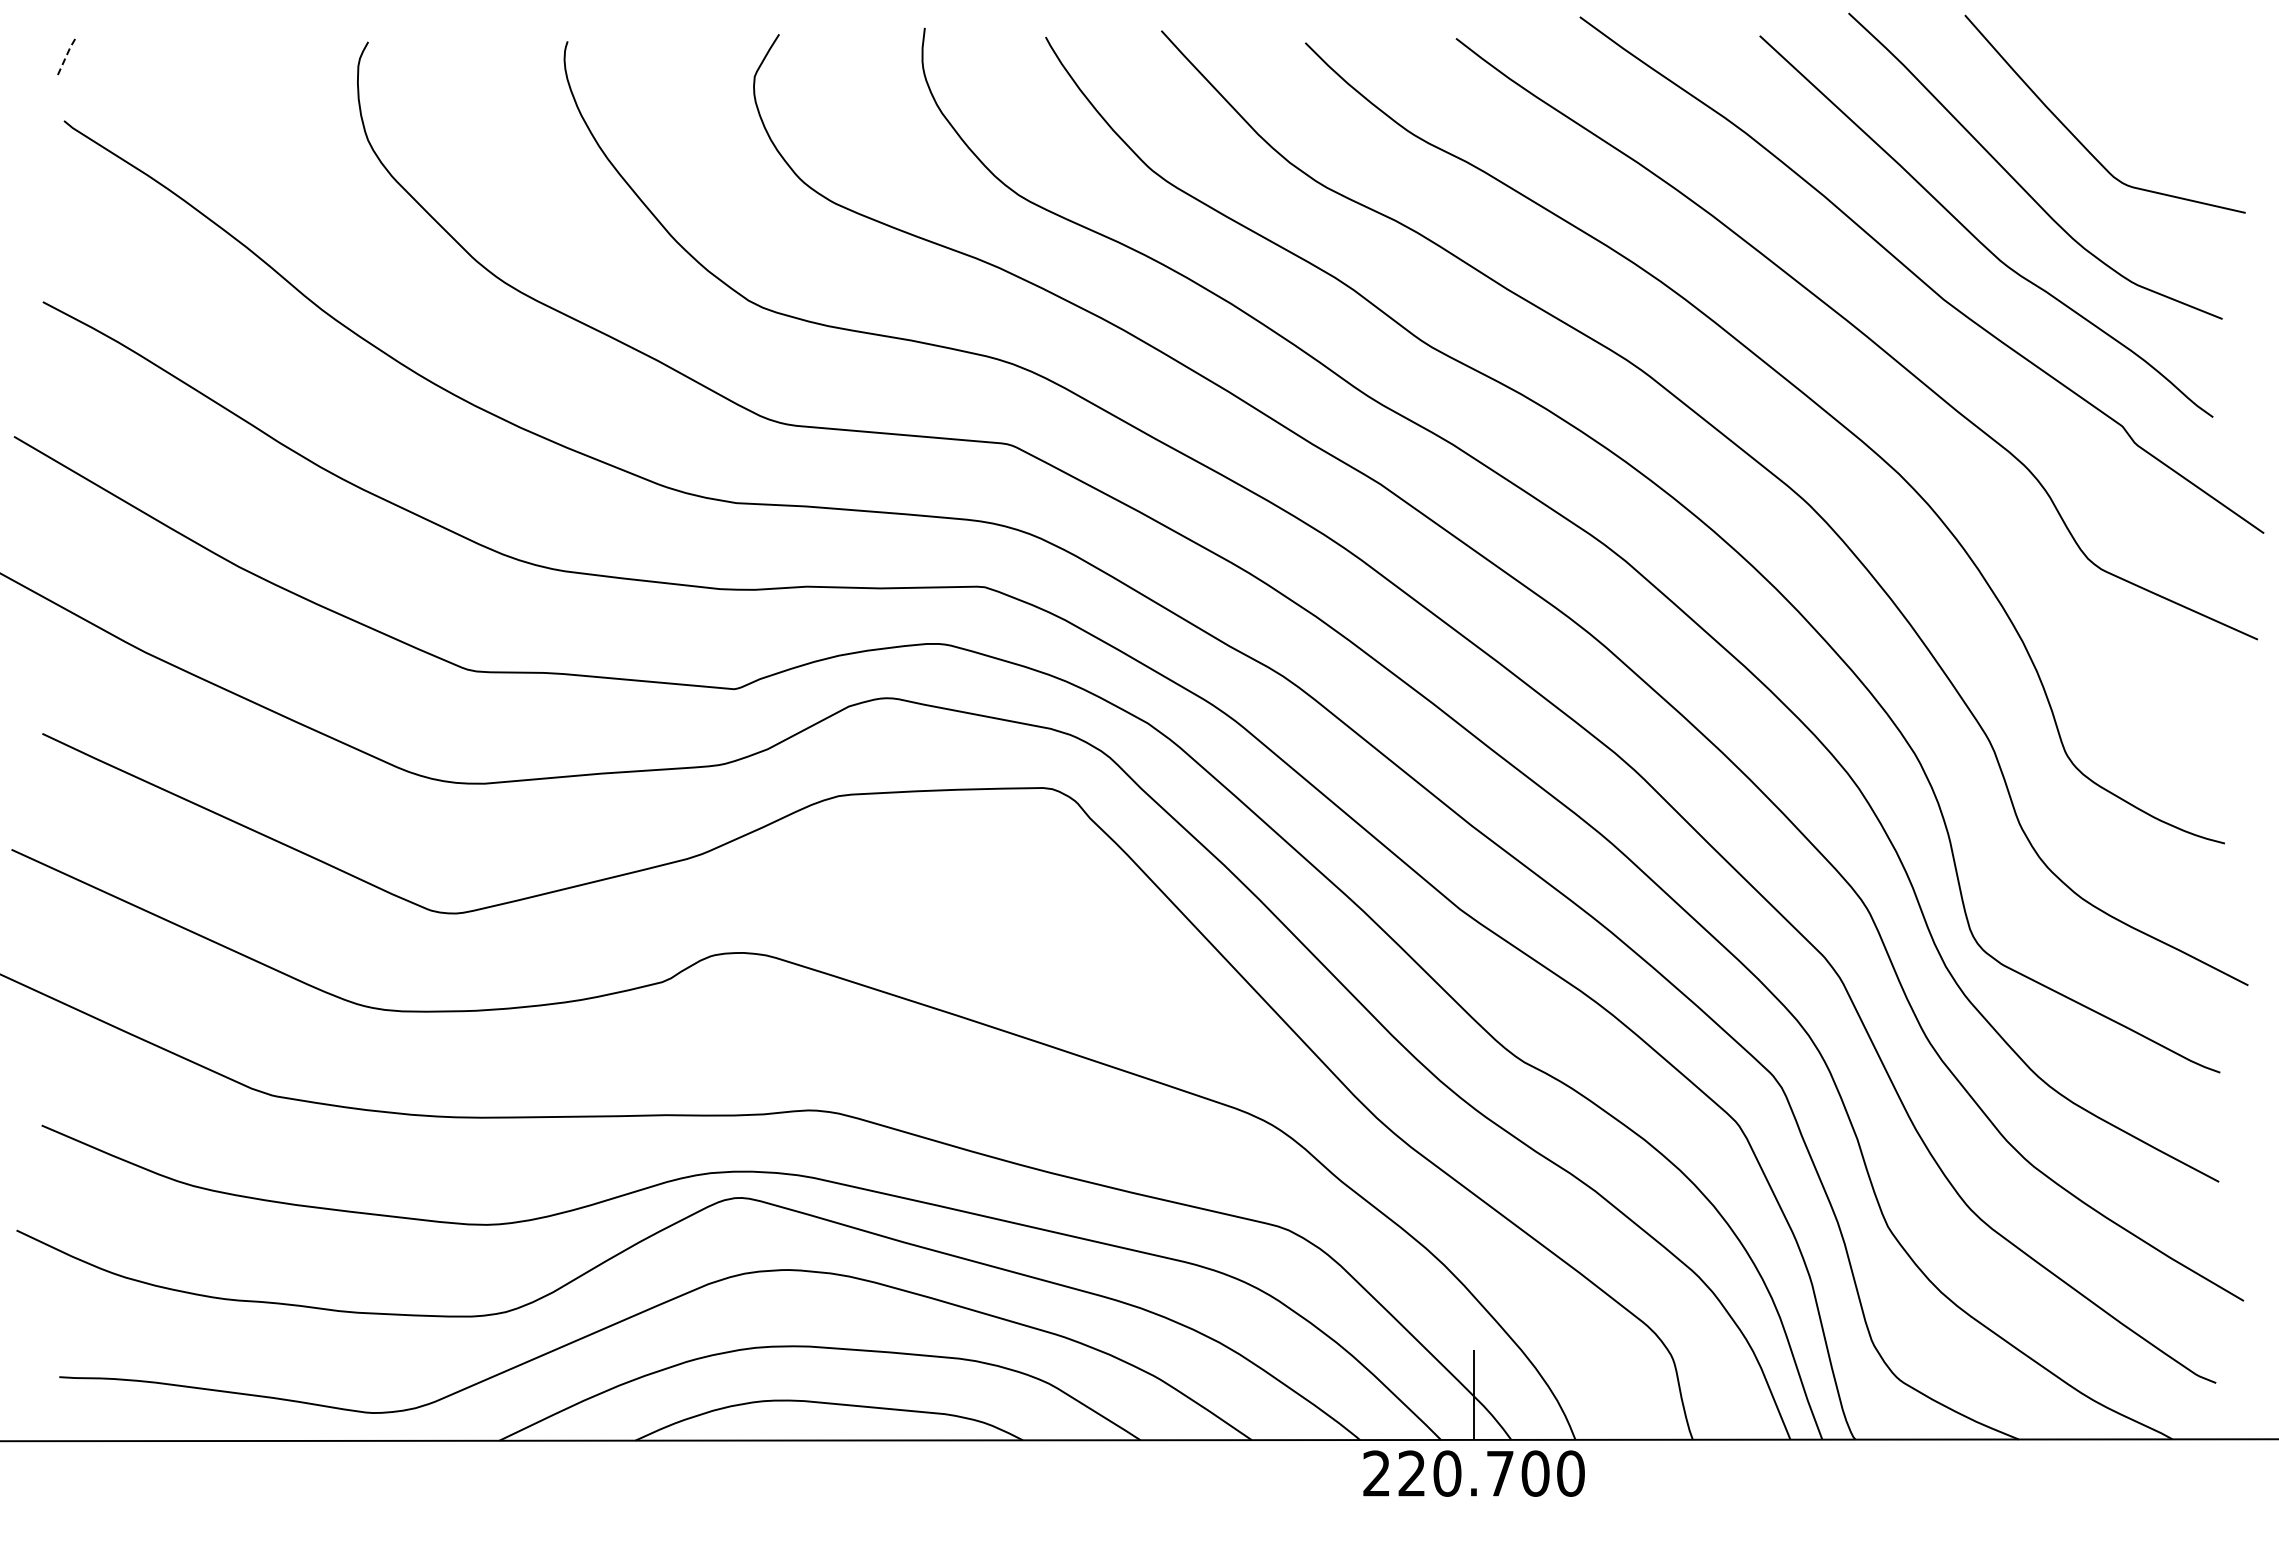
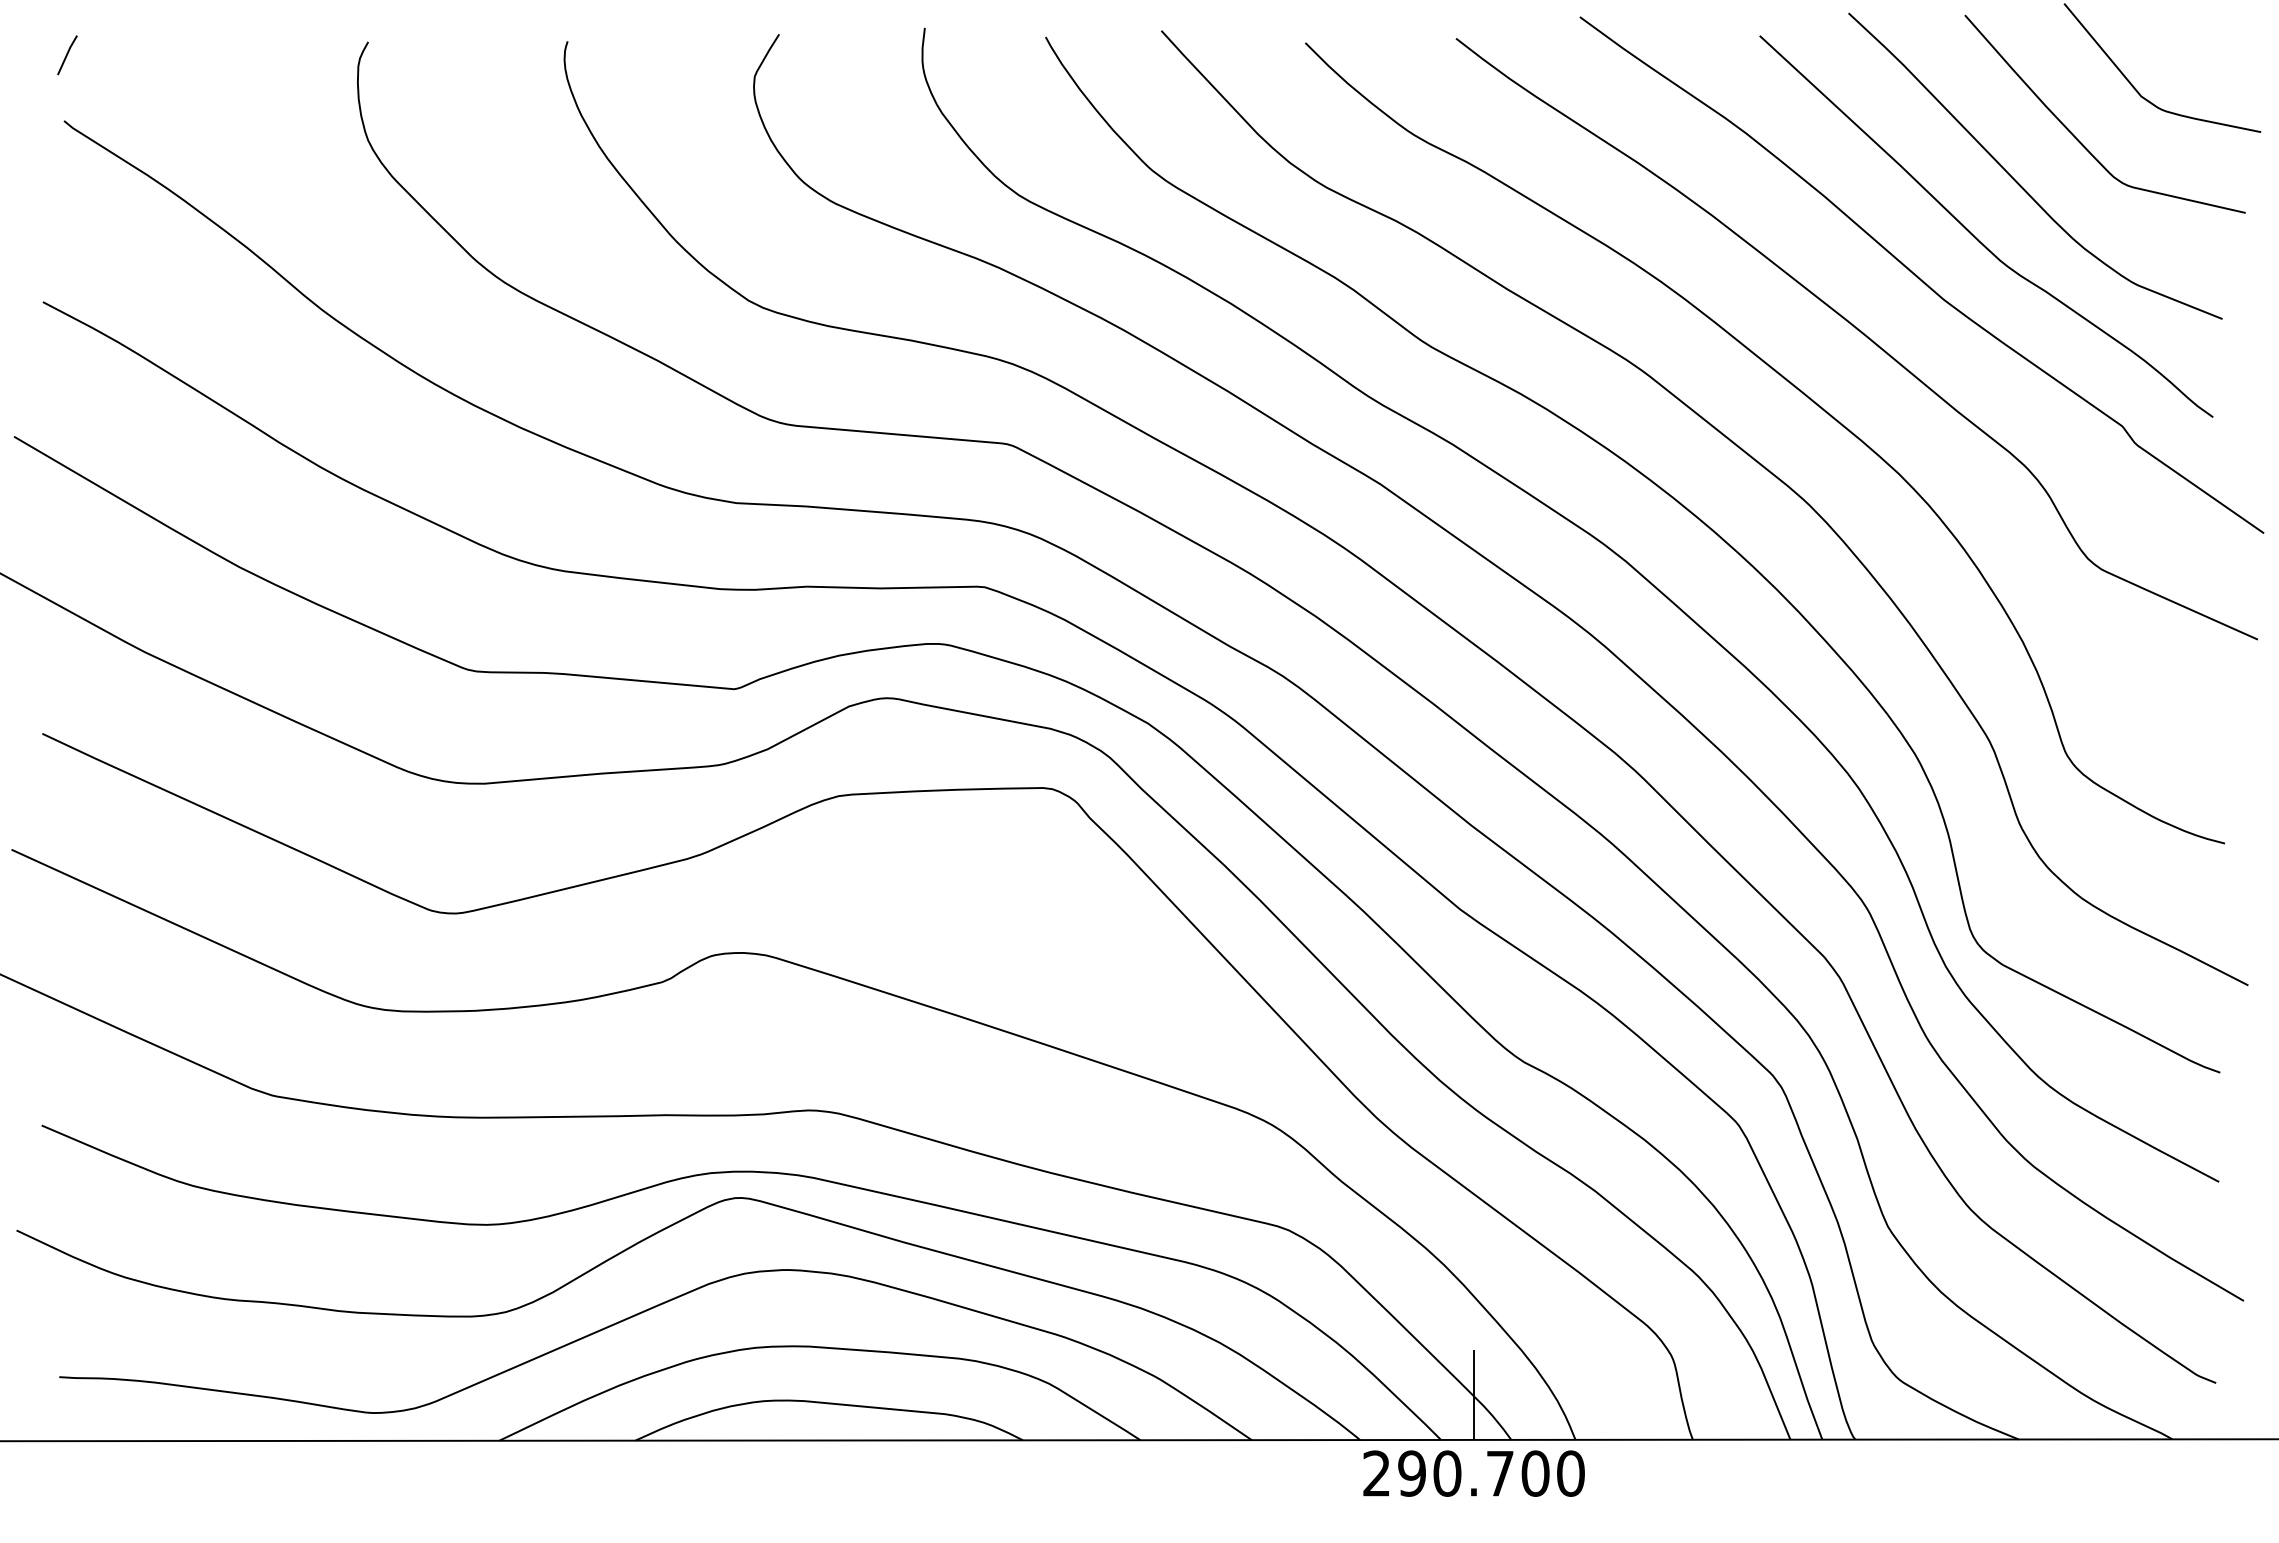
line at (67, 54): dashed -> solid
curve at (2135, 87): none -> present
text at (1411, 1473): 220.700 -> 290.700
